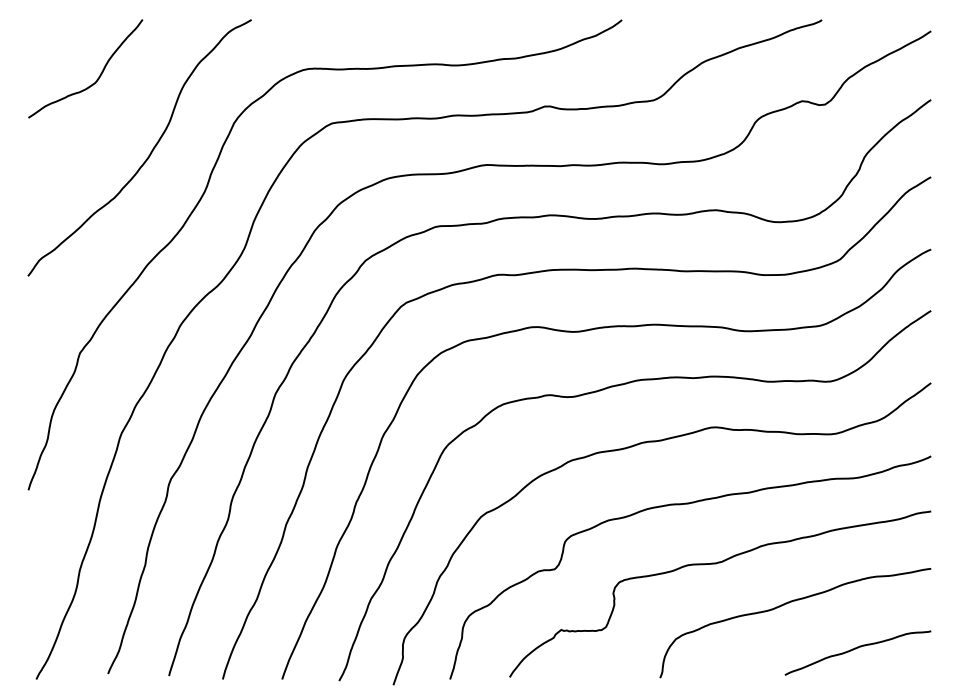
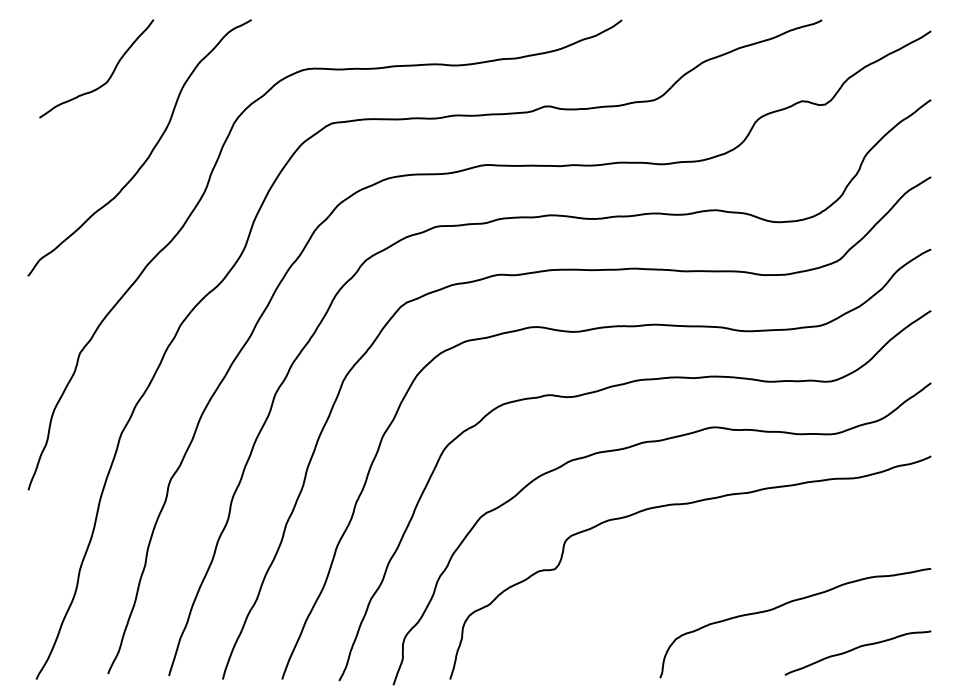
curve at (98, 76) position: (98, 76) -> (109, 76)
curve at (716, 564): present -> none
